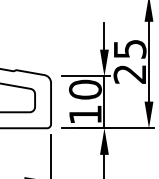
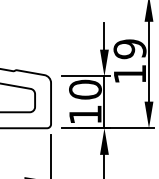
text at (129, 61): 25 -> 19
